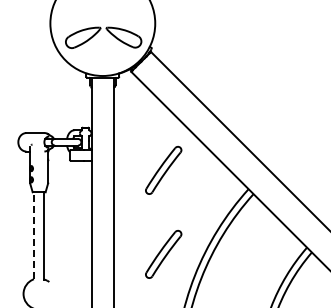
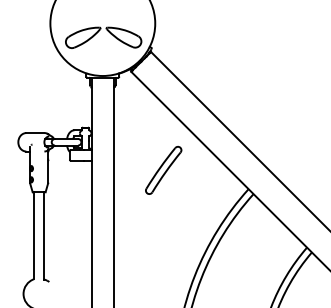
line at (33, 235): dashed -> solid
part at (163, 253): present -> none
